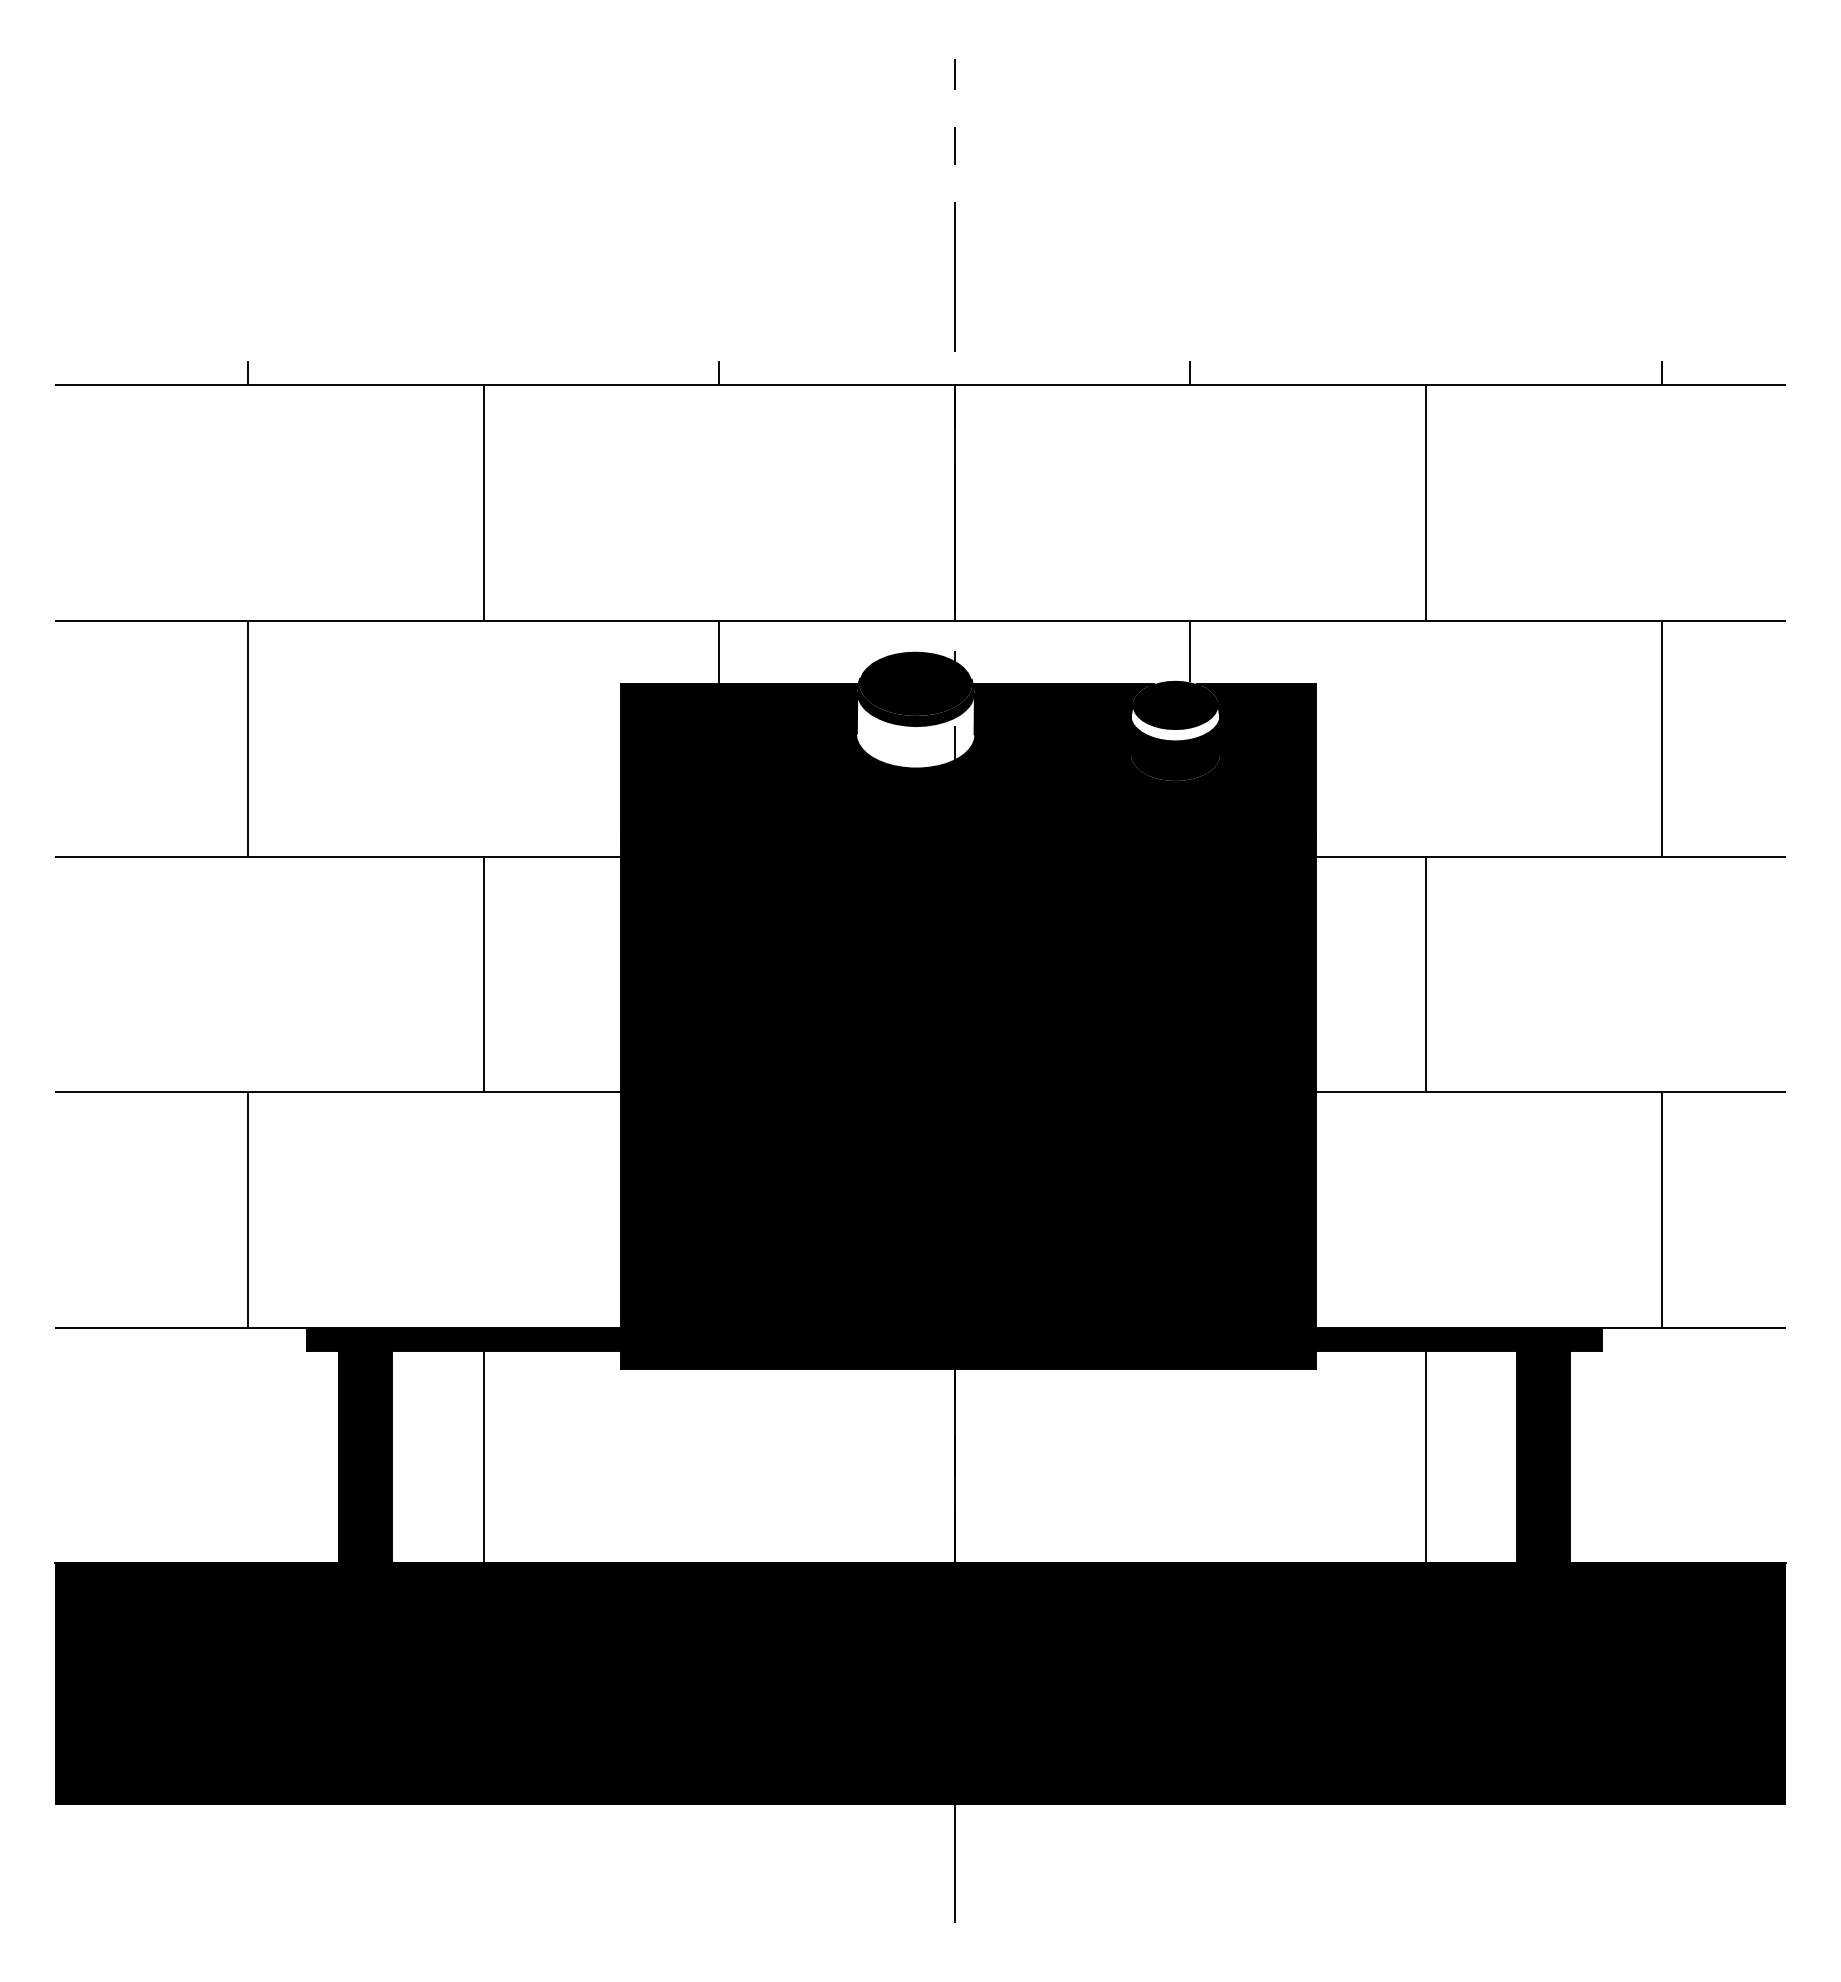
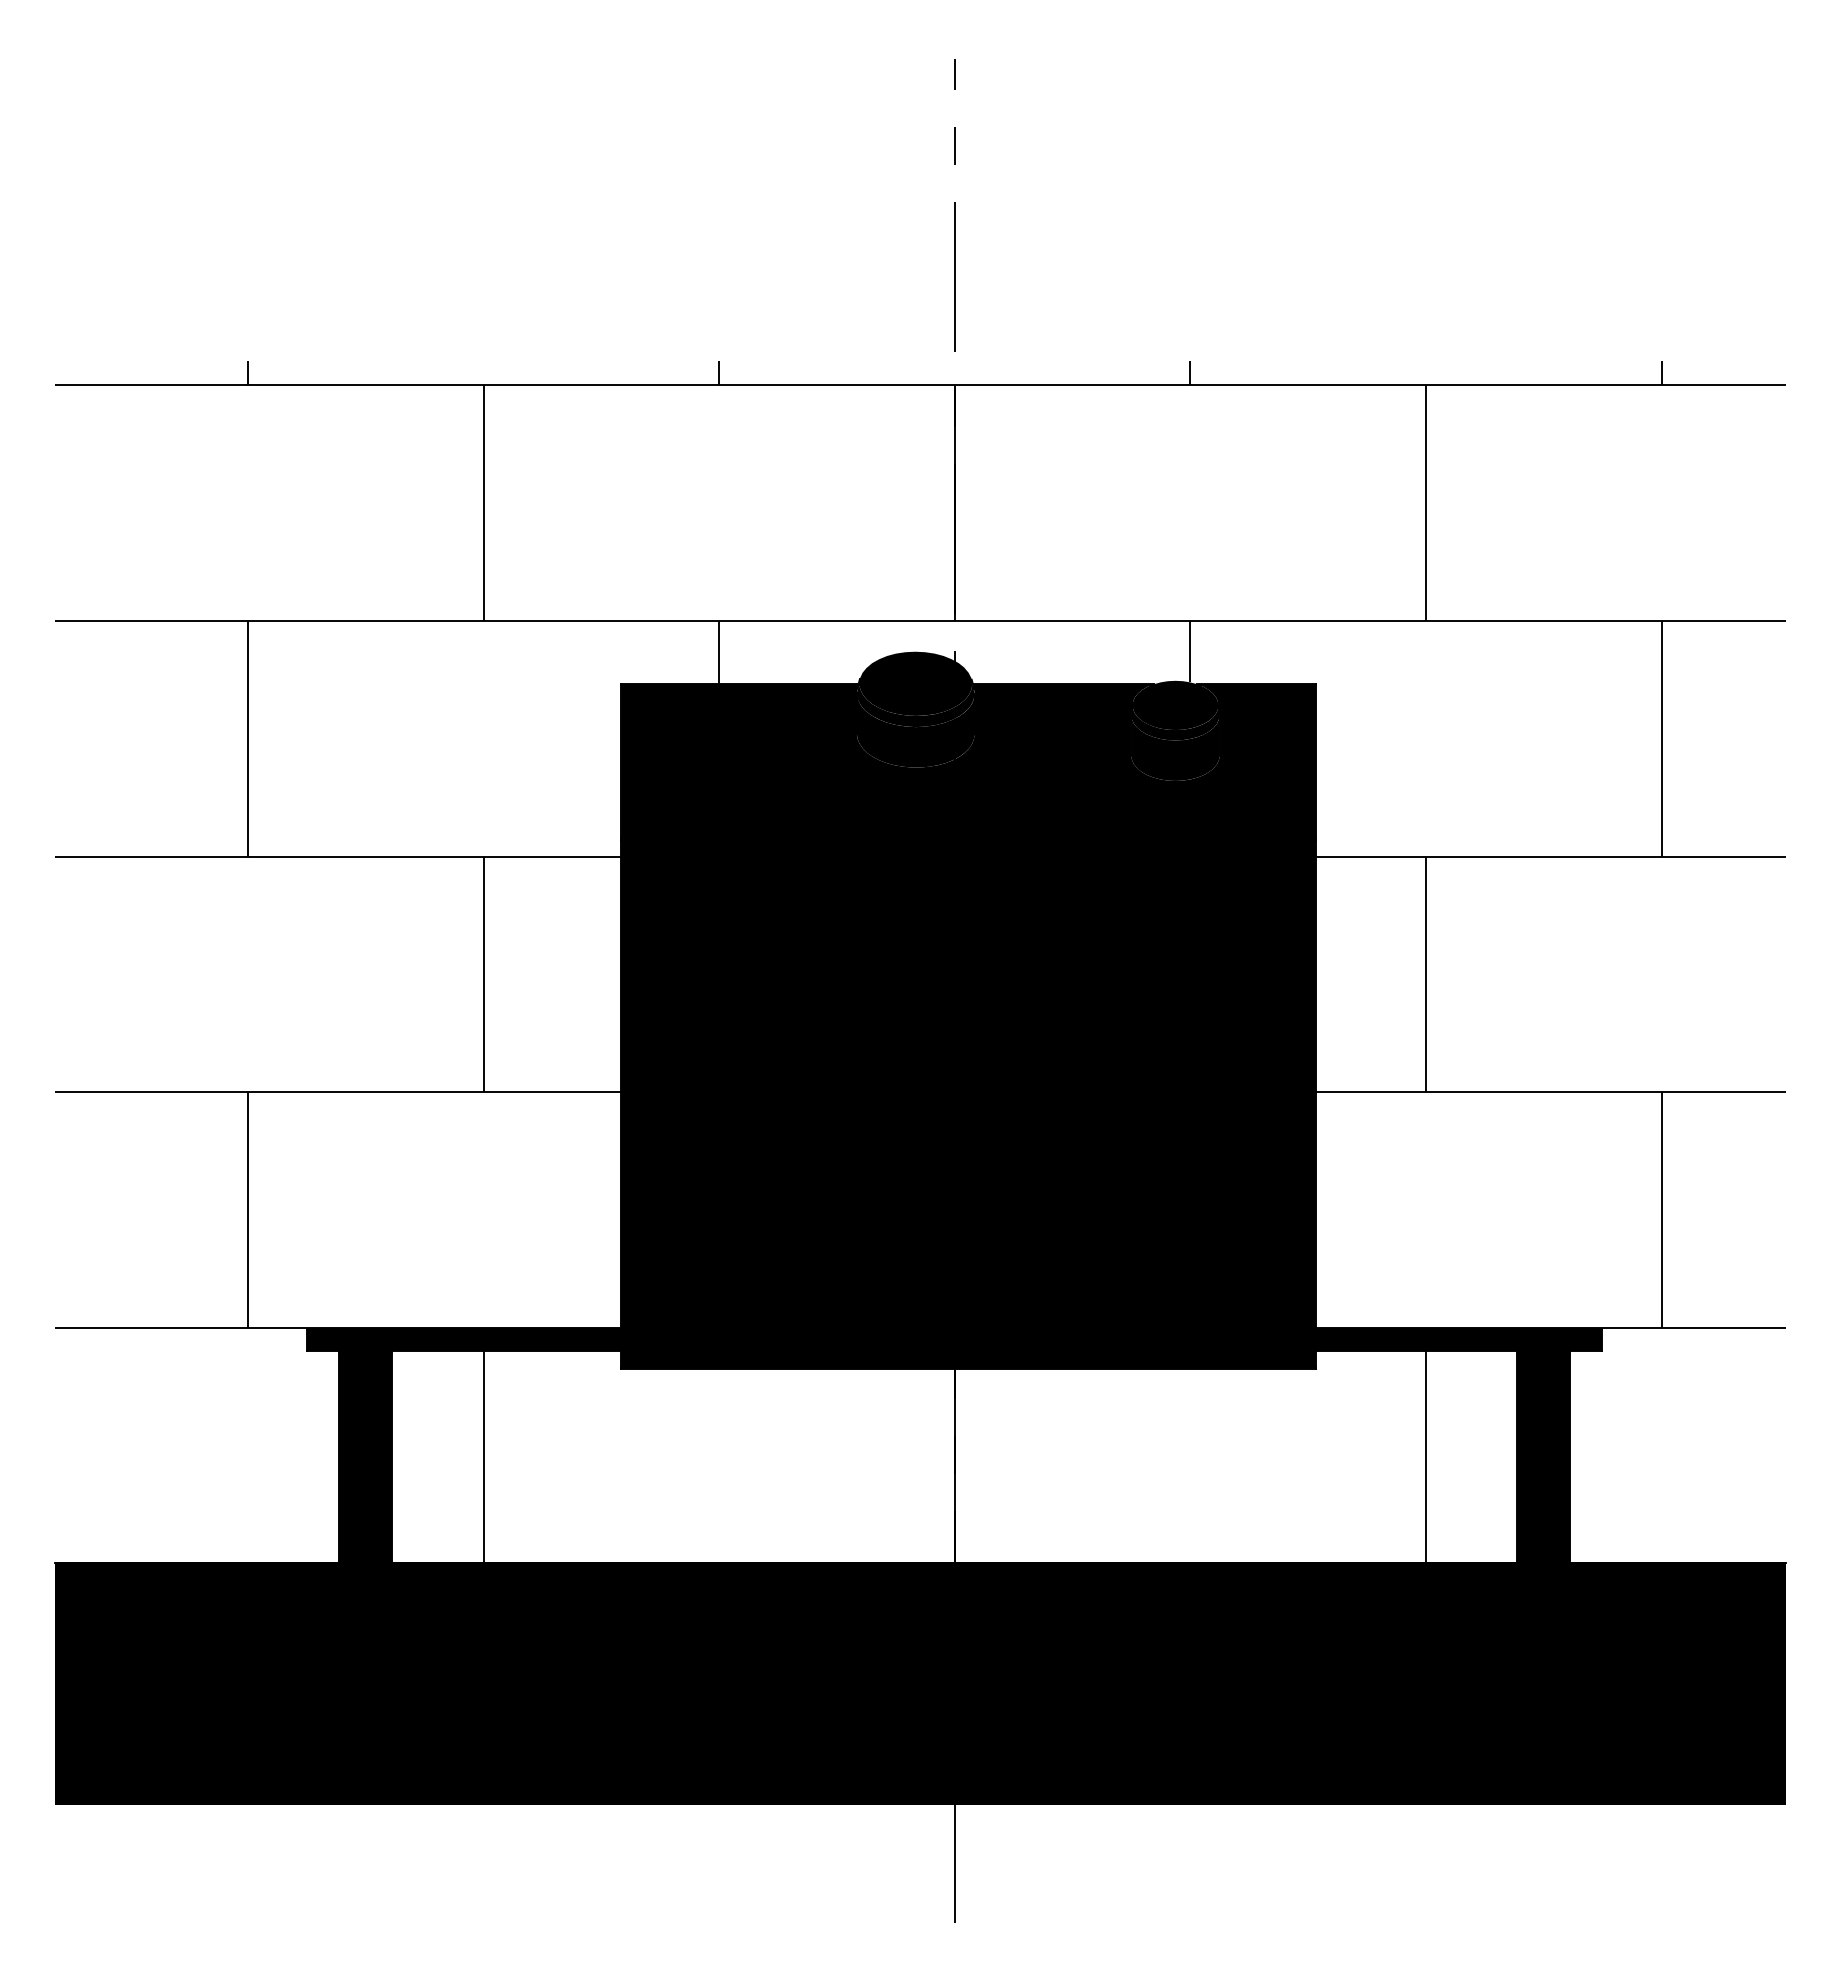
fill at (1175, 722): none -> present
fill at (915, 730): none -> present
